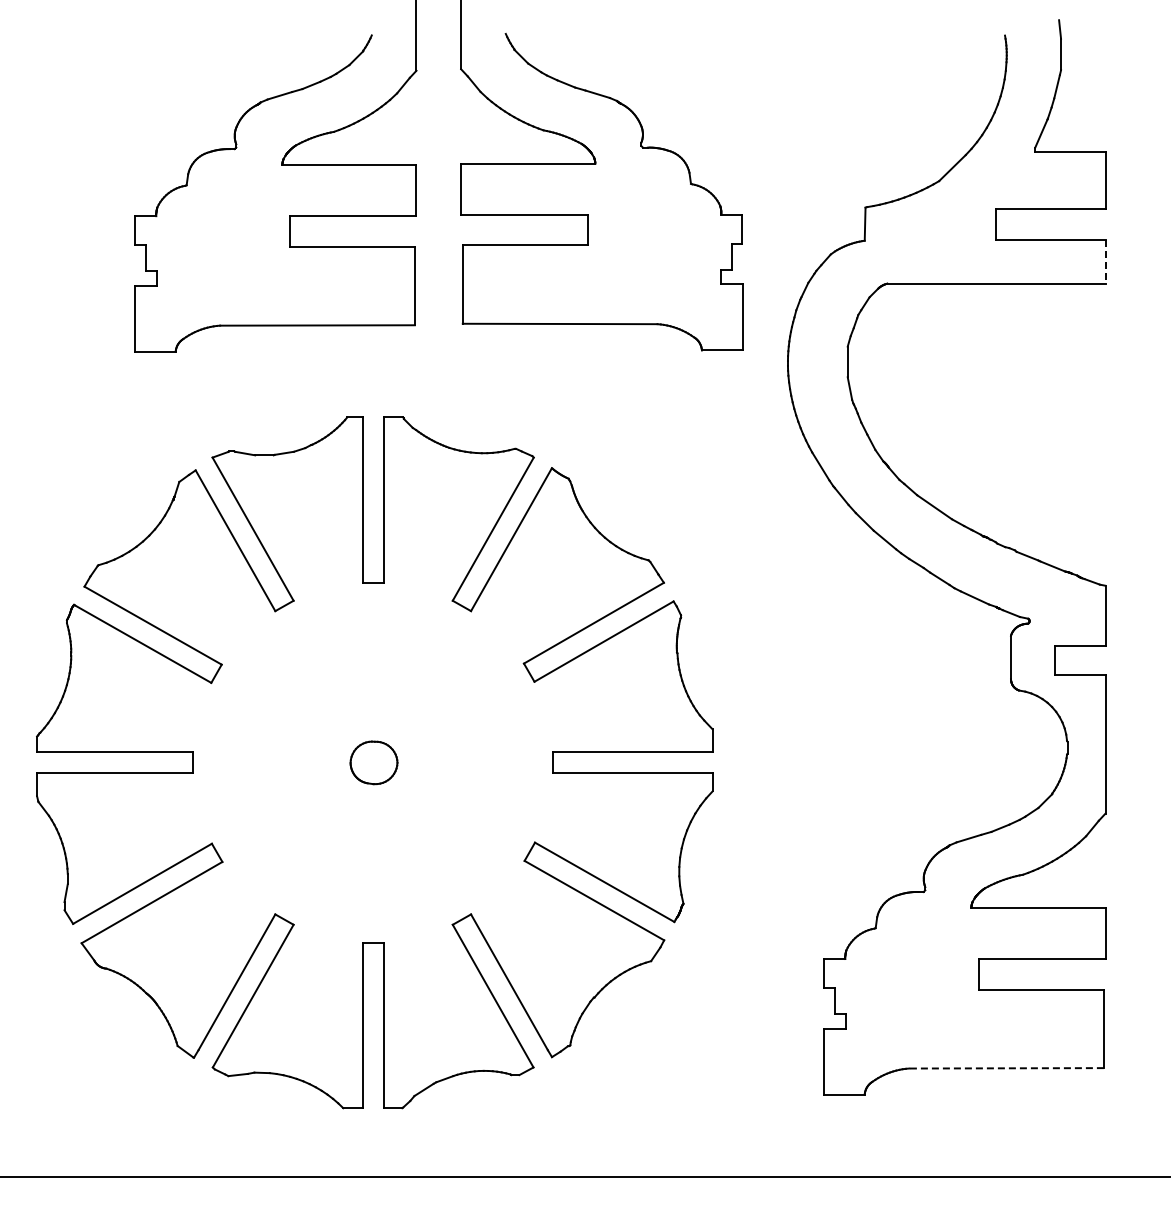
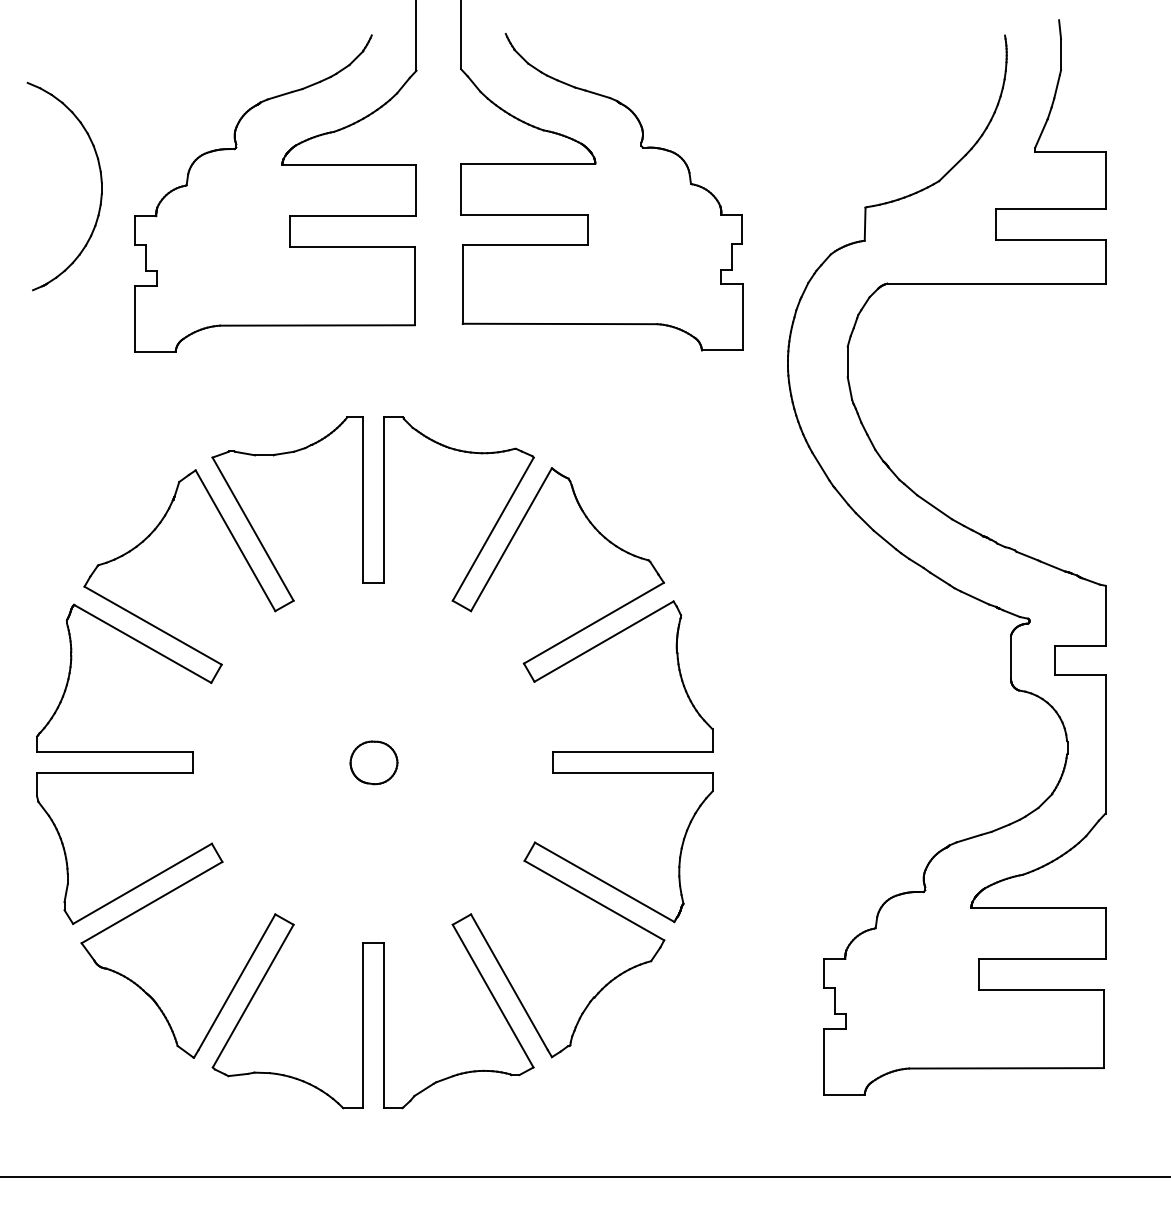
part at (100, 182): none -> present
line at (1105, 261): dashed -> solid
line at (1006, 1068): dashed -> solid
